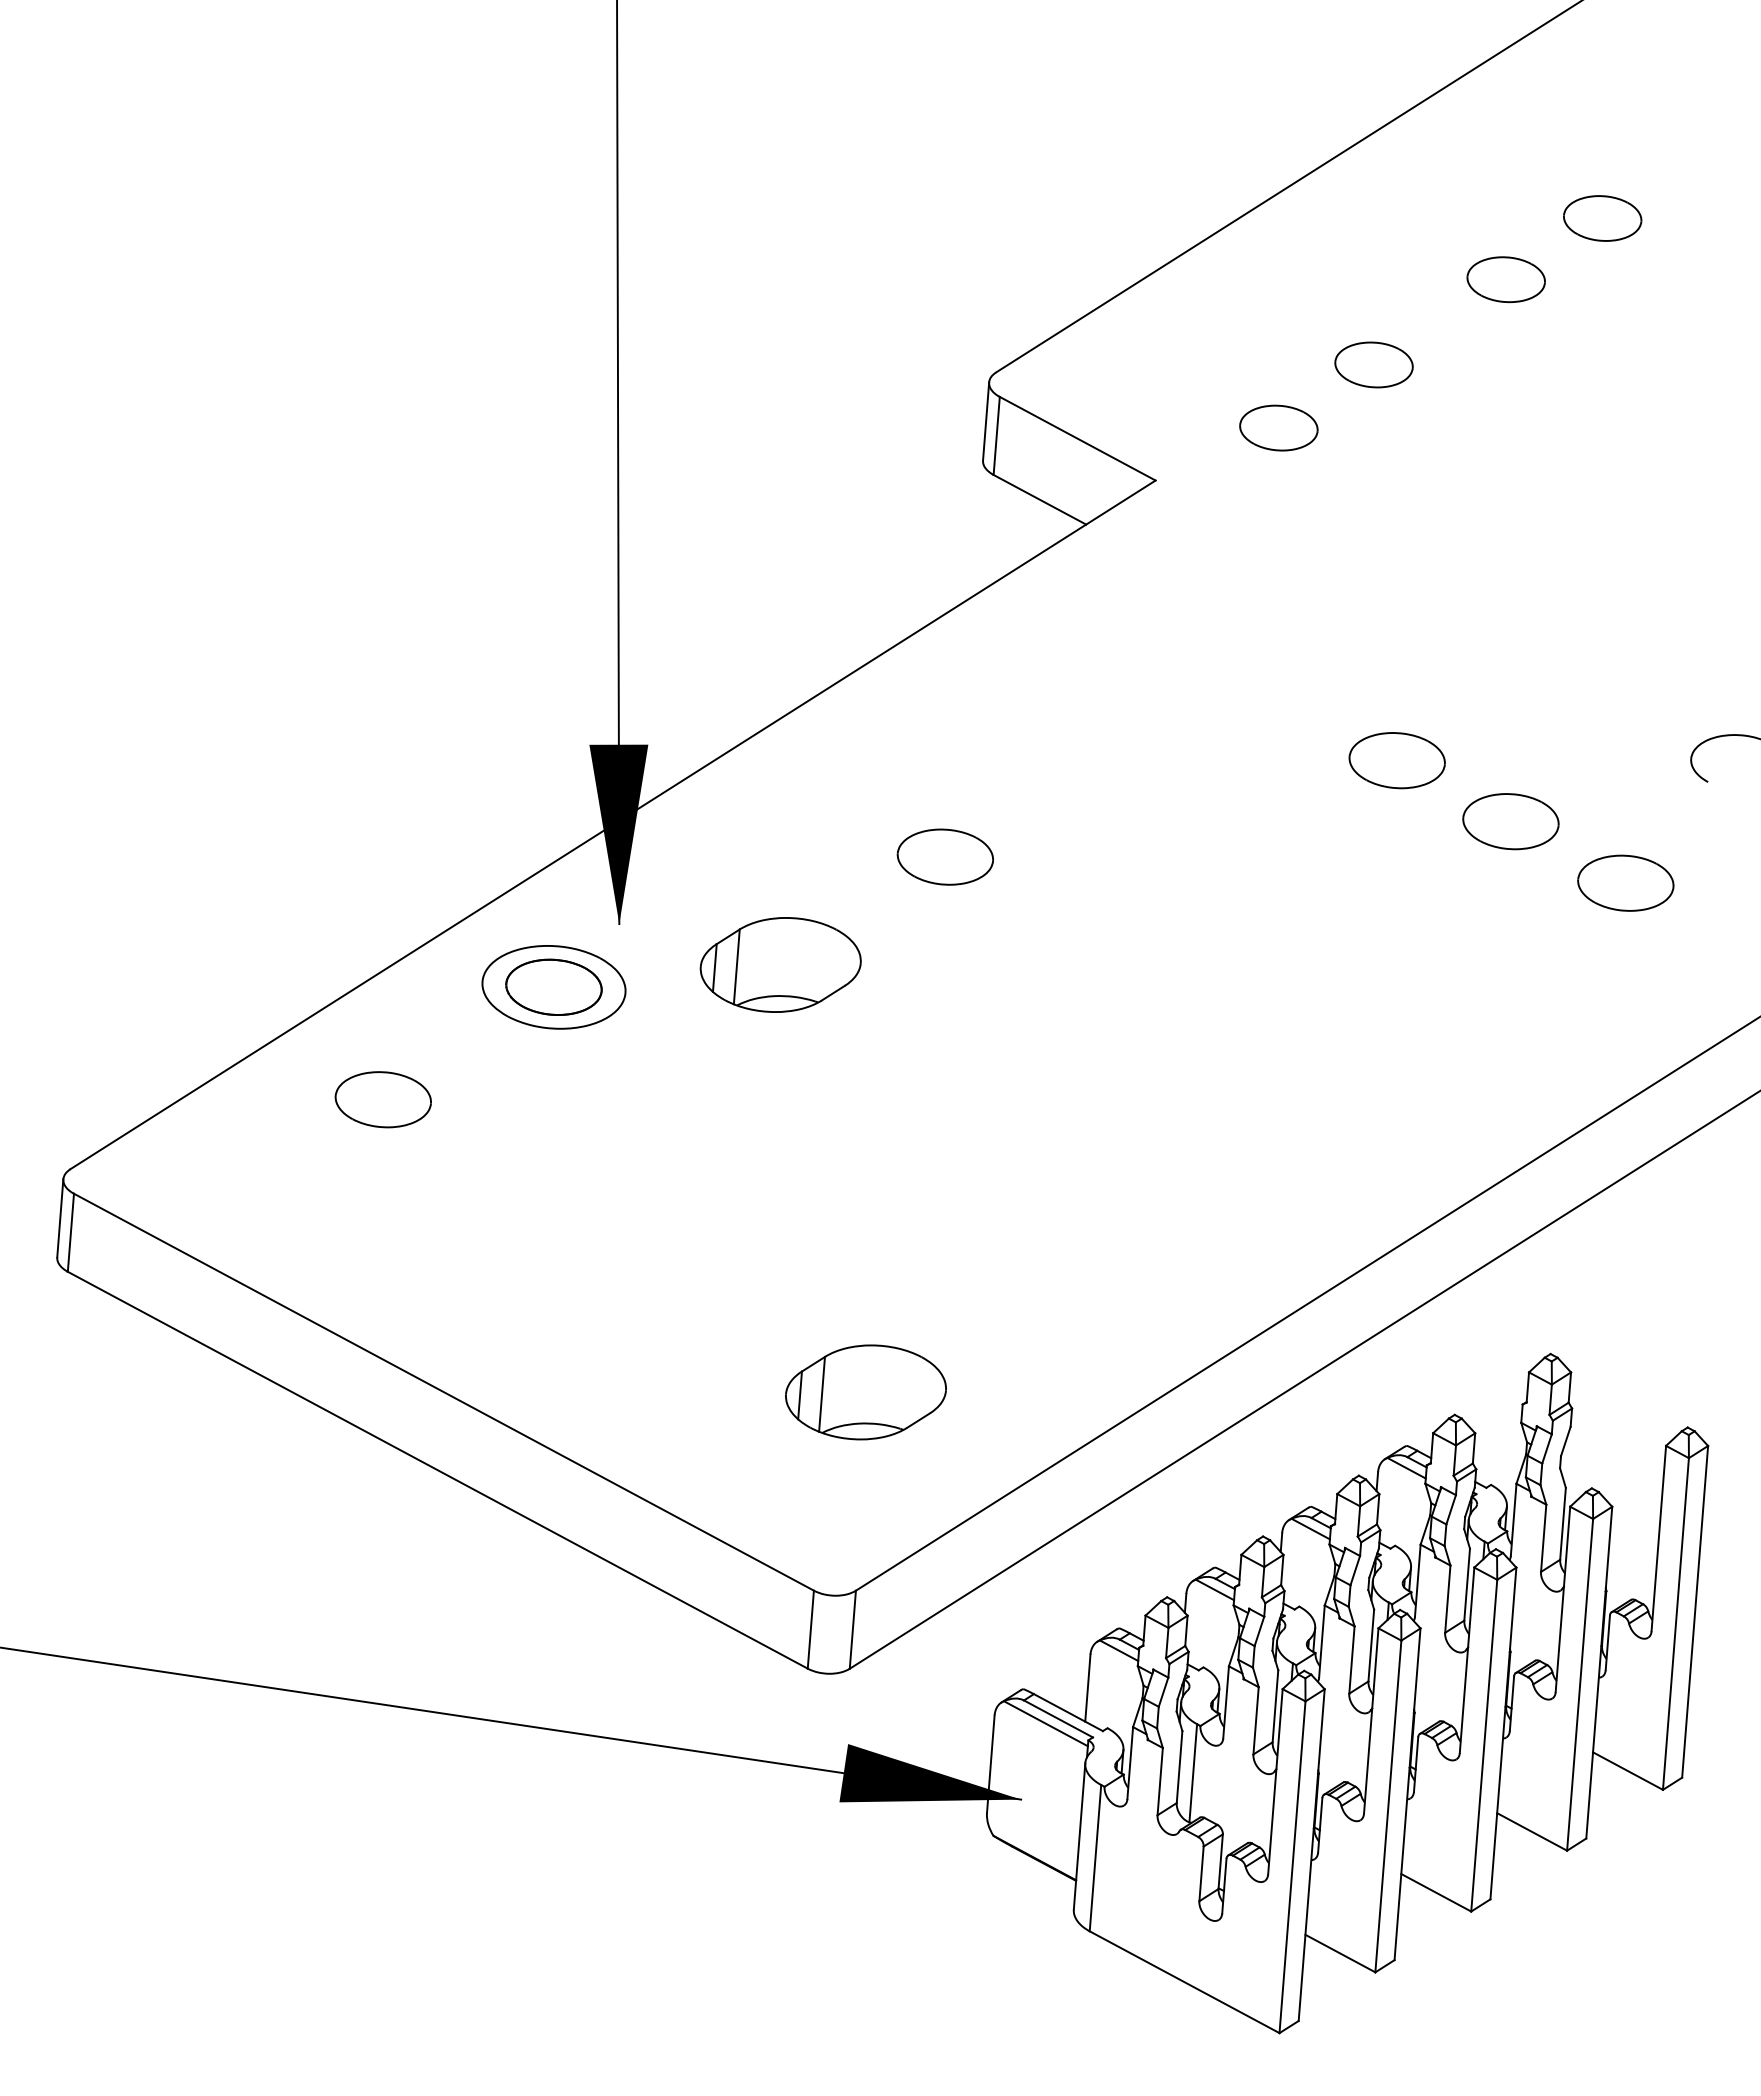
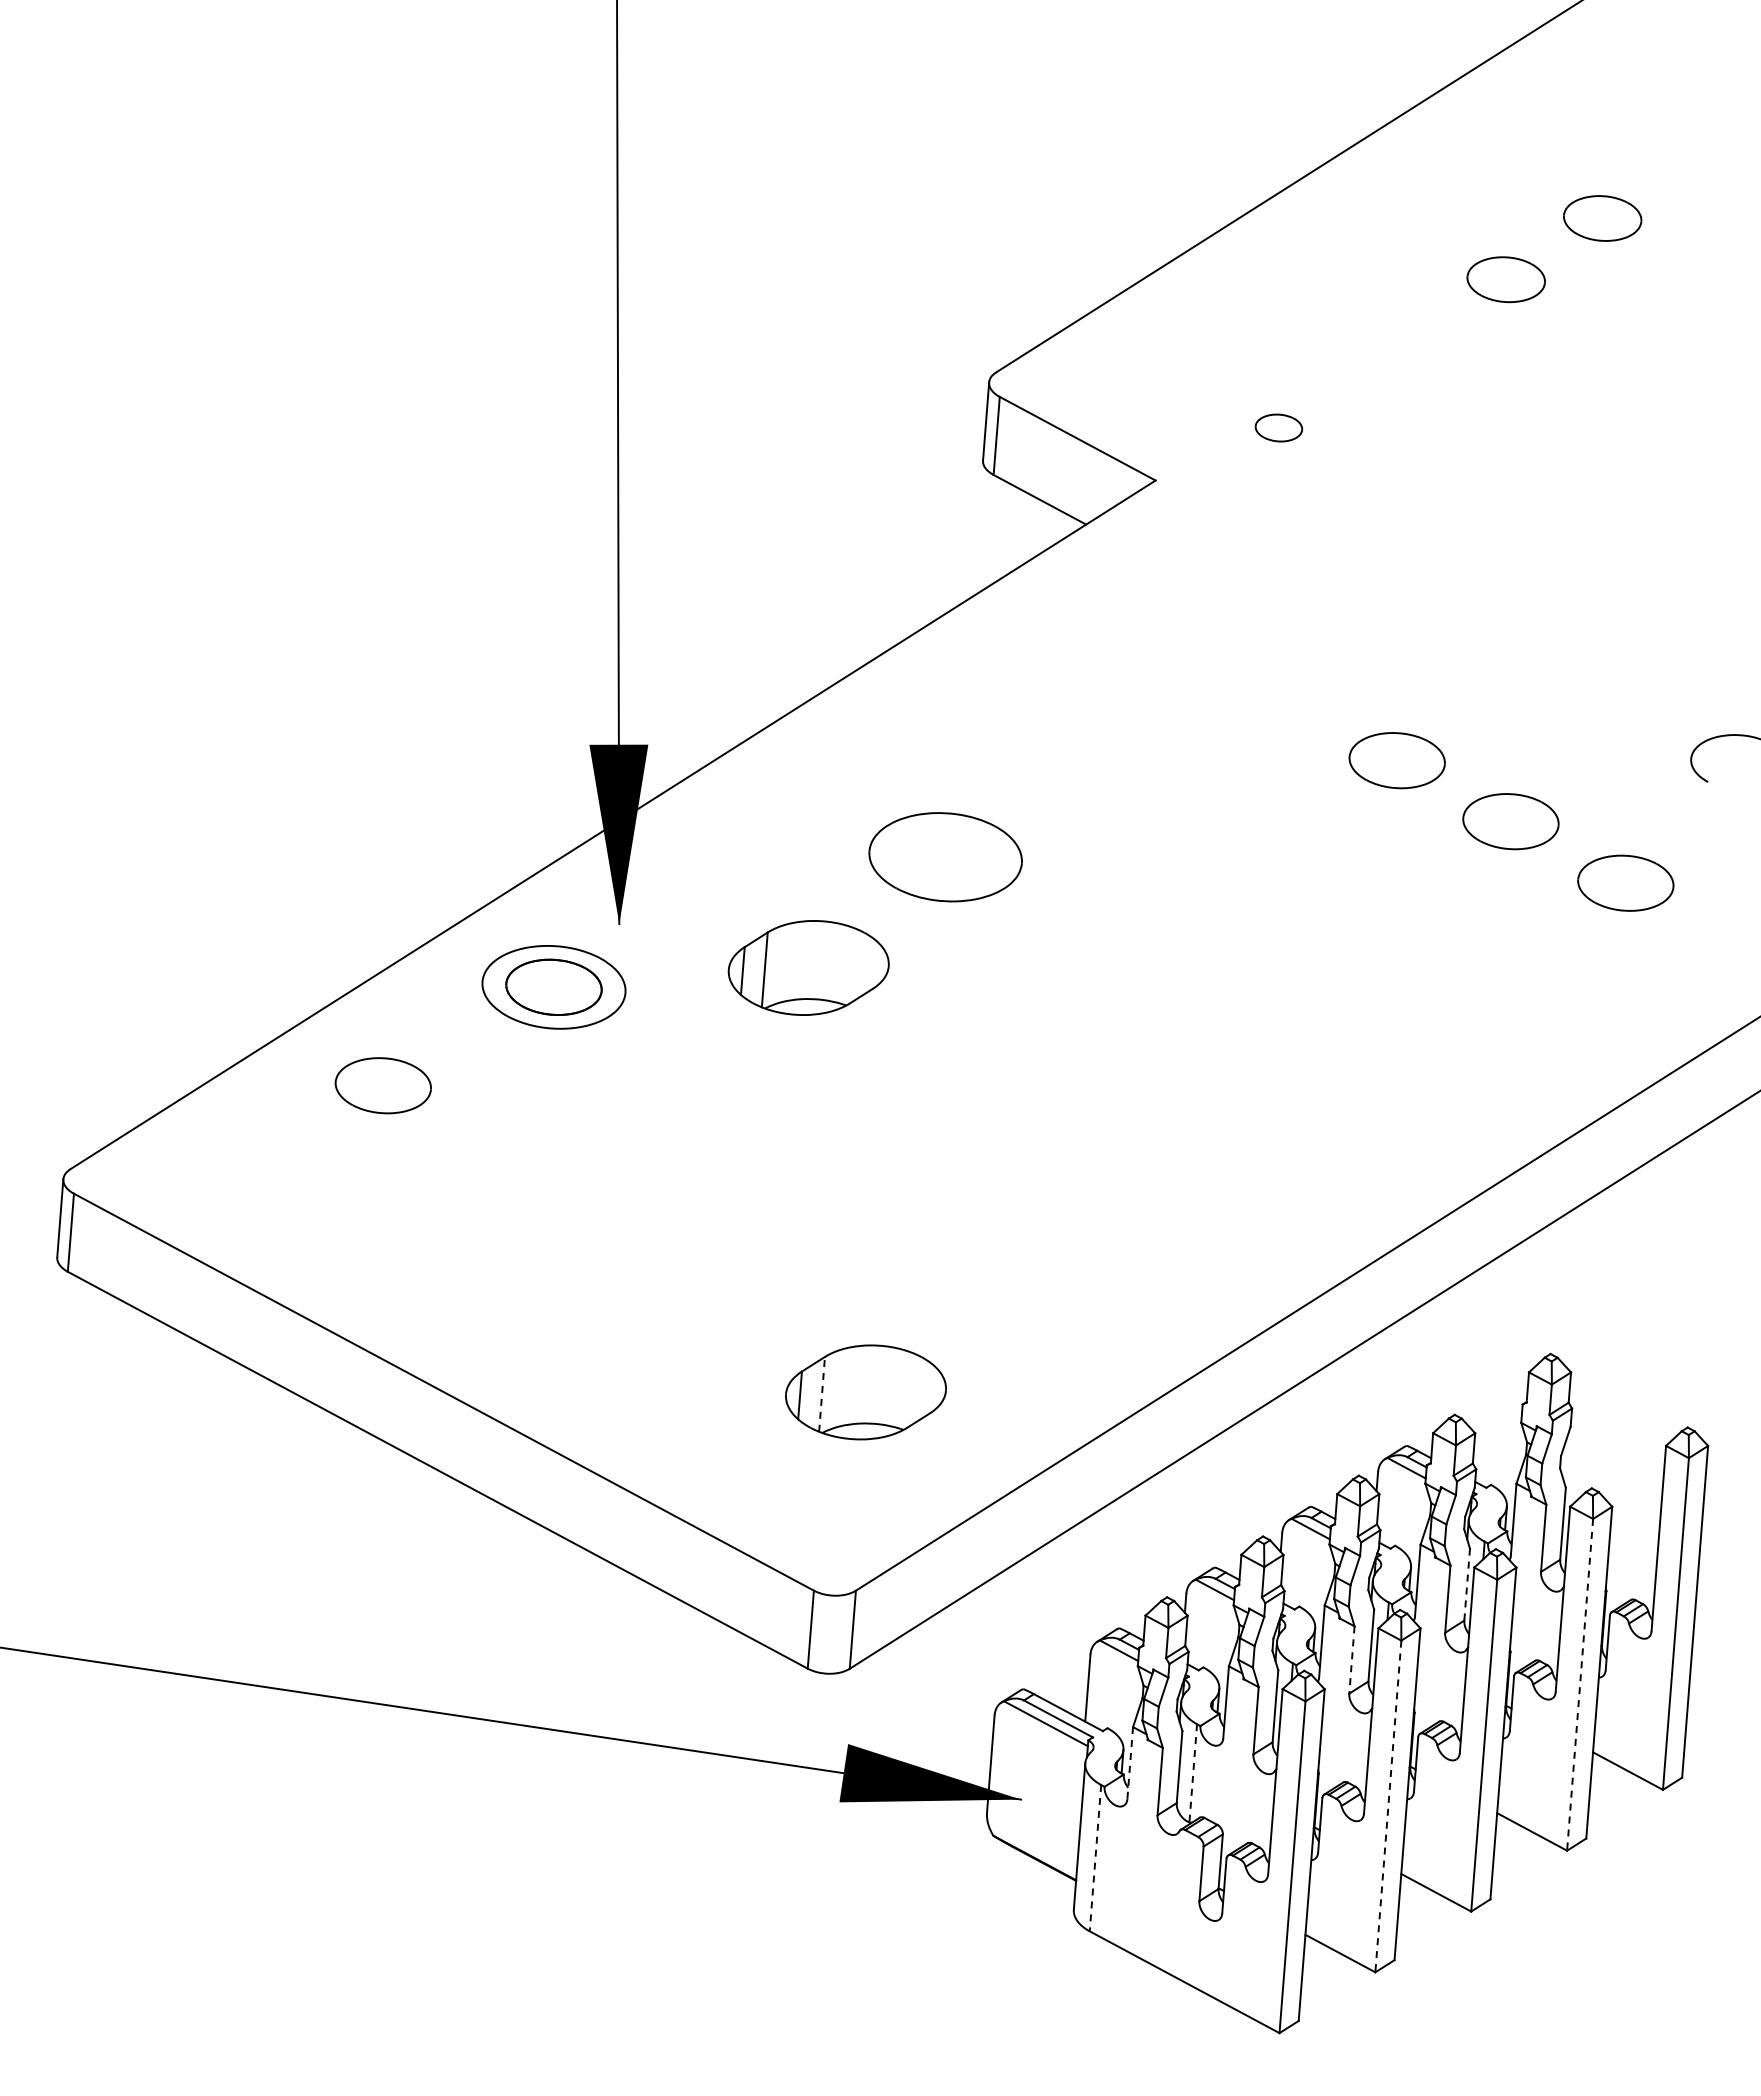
part at (1373, 364): present -> none
part at (1278, 427) size: 80x48 px -> 50x30 px
part at (944, 856) size: 98x58 px -> 155x91 px
part at (780, 964) position: (780, 964) -> (808, 967)
part at (382, 1099) position: (382, 1099) -> (382, 1085)
line at (822, 1393): solid -> dashed
line at (1467, 1585): solid -> dashed
line at (1351, 1660): solid -> dashed
line at (1580, 1685): solid -> dashed
line at (1130, 1763): solid -> dashed
line at (1193, 1773): solid -> dashed
line at (1388, 1806): solid -> dashed
line at (1095, 1858): solid -> dashed
